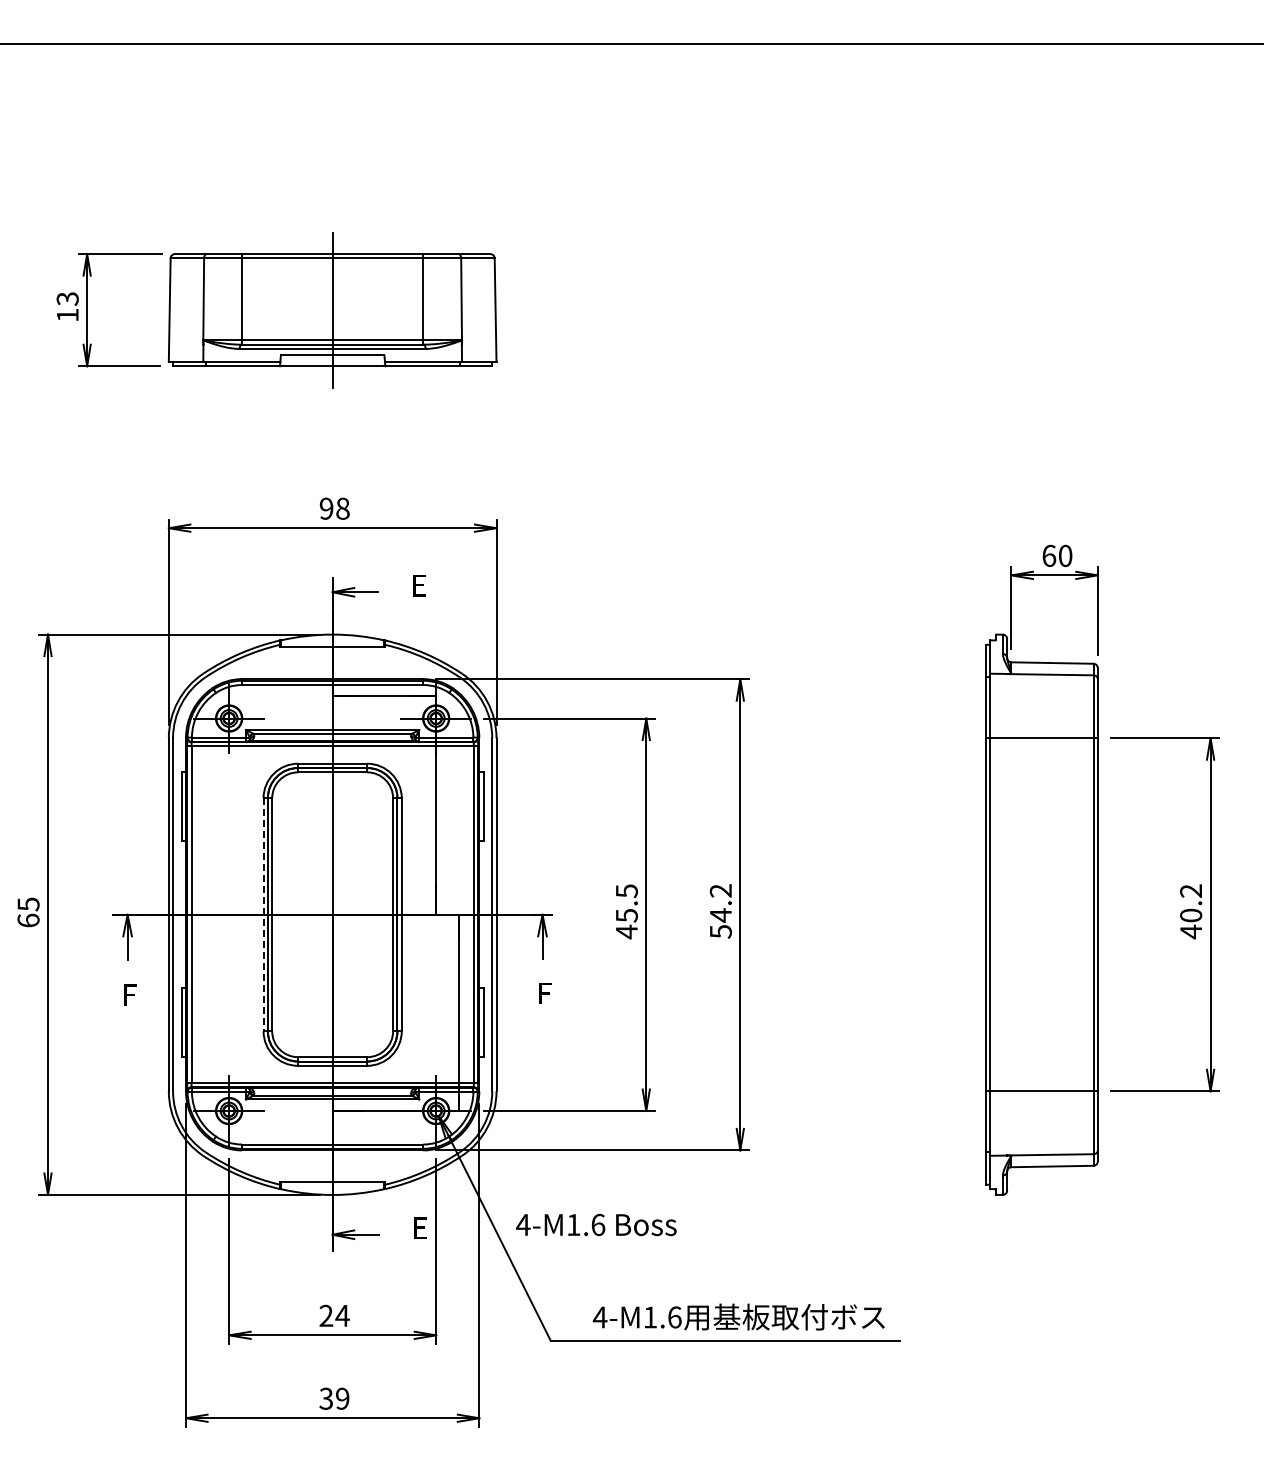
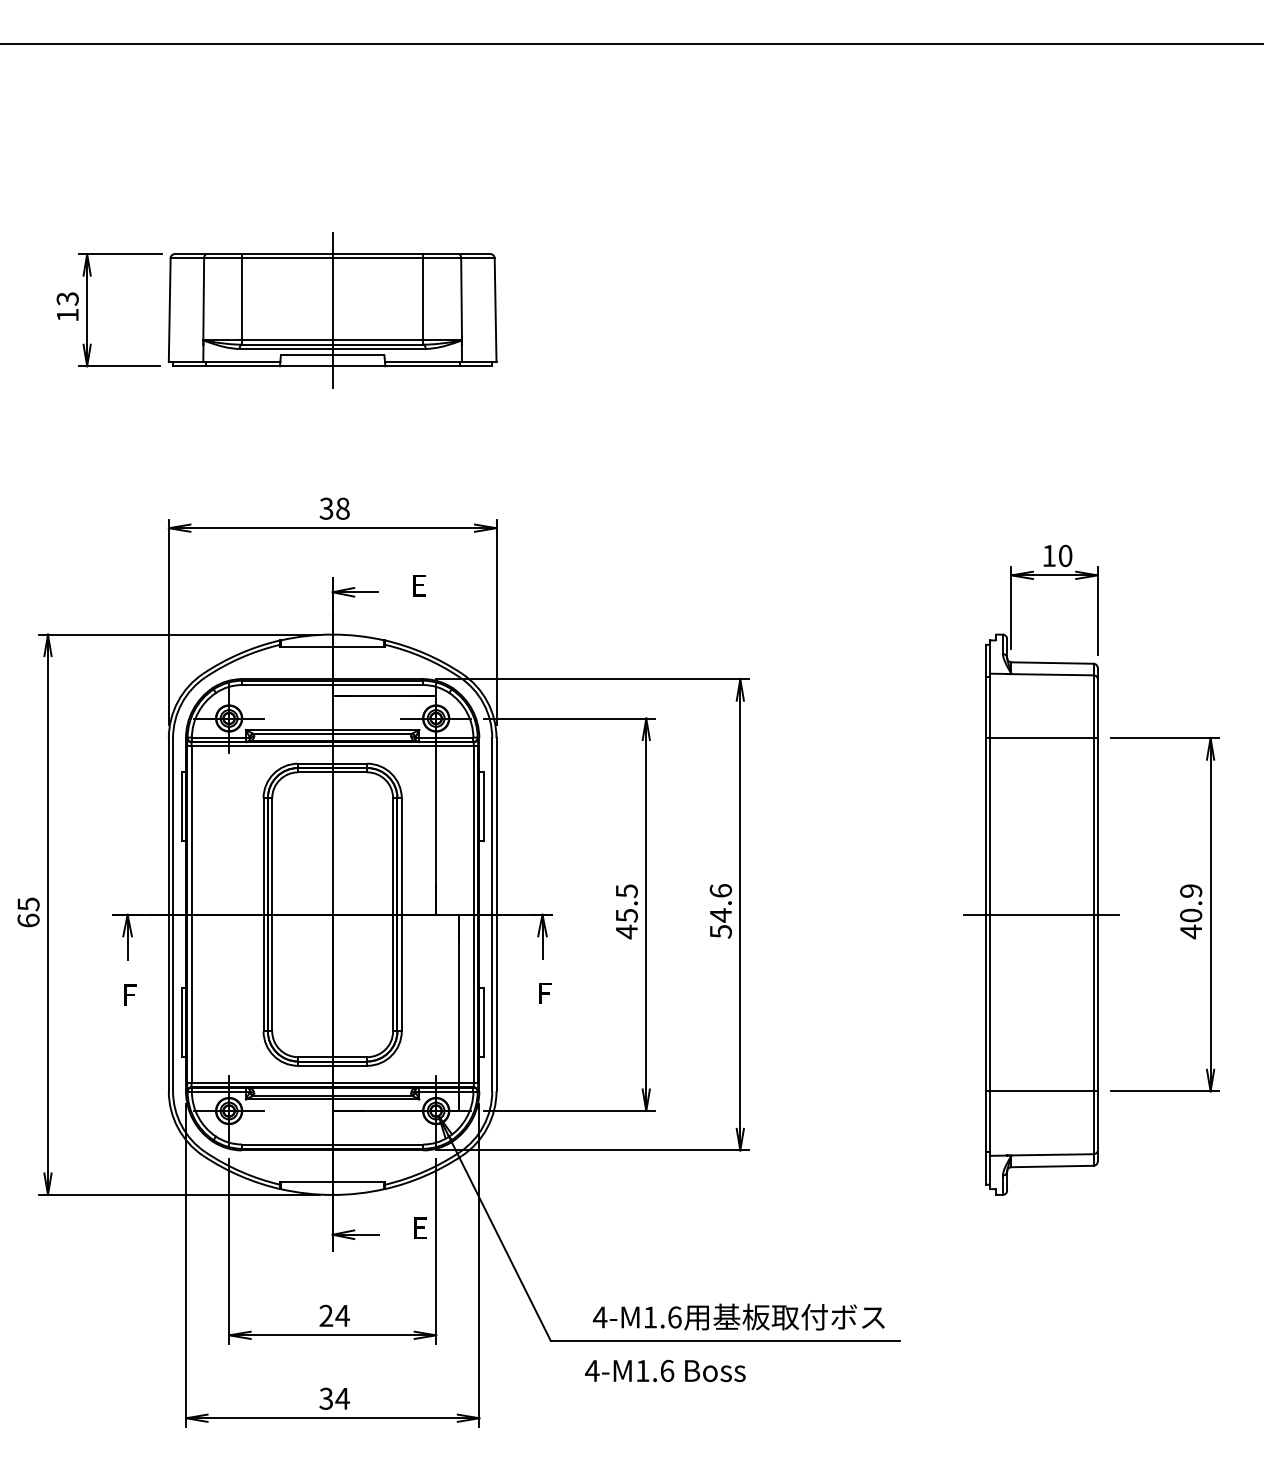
text at (326, 508): 98 -> 38
text at (1049, 555): 60 -> 10
text at (720, 890): 54.2 -> 54.6
text at (1191, 890): 40.2 -> 40.9
line at (1041, 914): none -> present
line at (263, 915): dashed -> solid
text at (596, 1224) position: (596, 1224) -> (665, 1370)
text at (342, 1398): 39 -> 34
